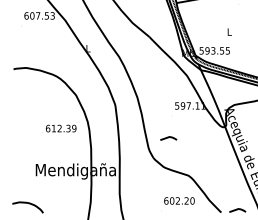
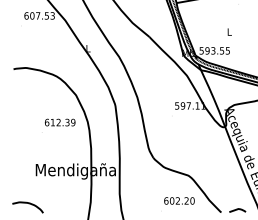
text at (61, 128) position: (61, 128) -> (60, 122)
curve at (168, 138): present -> none
